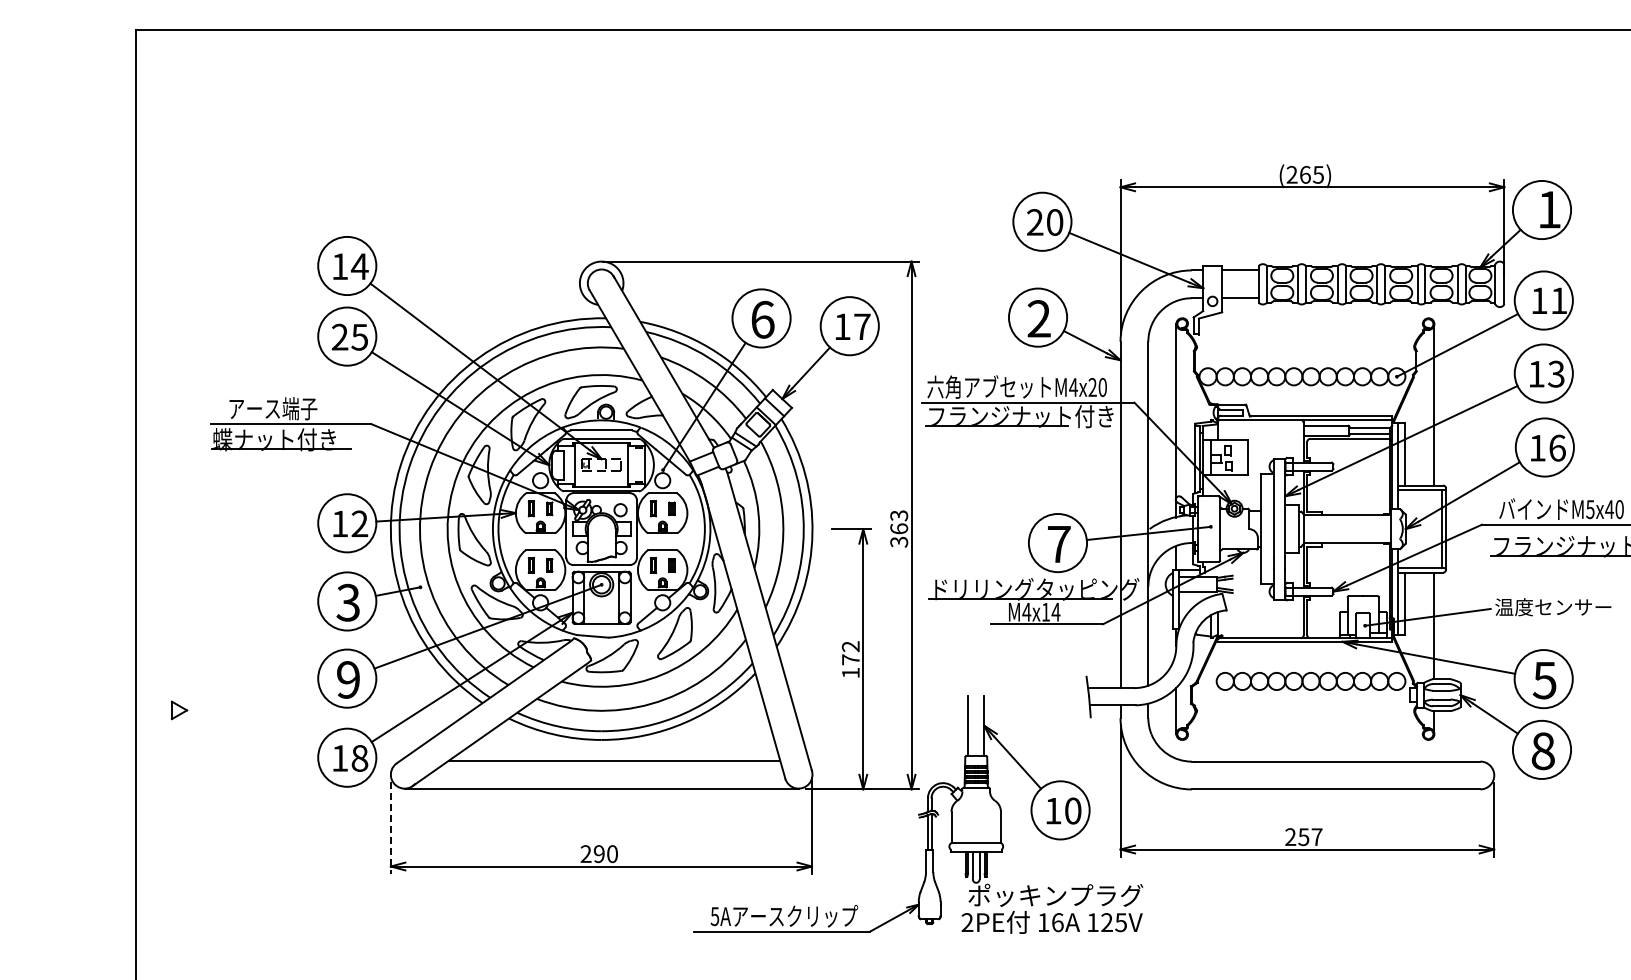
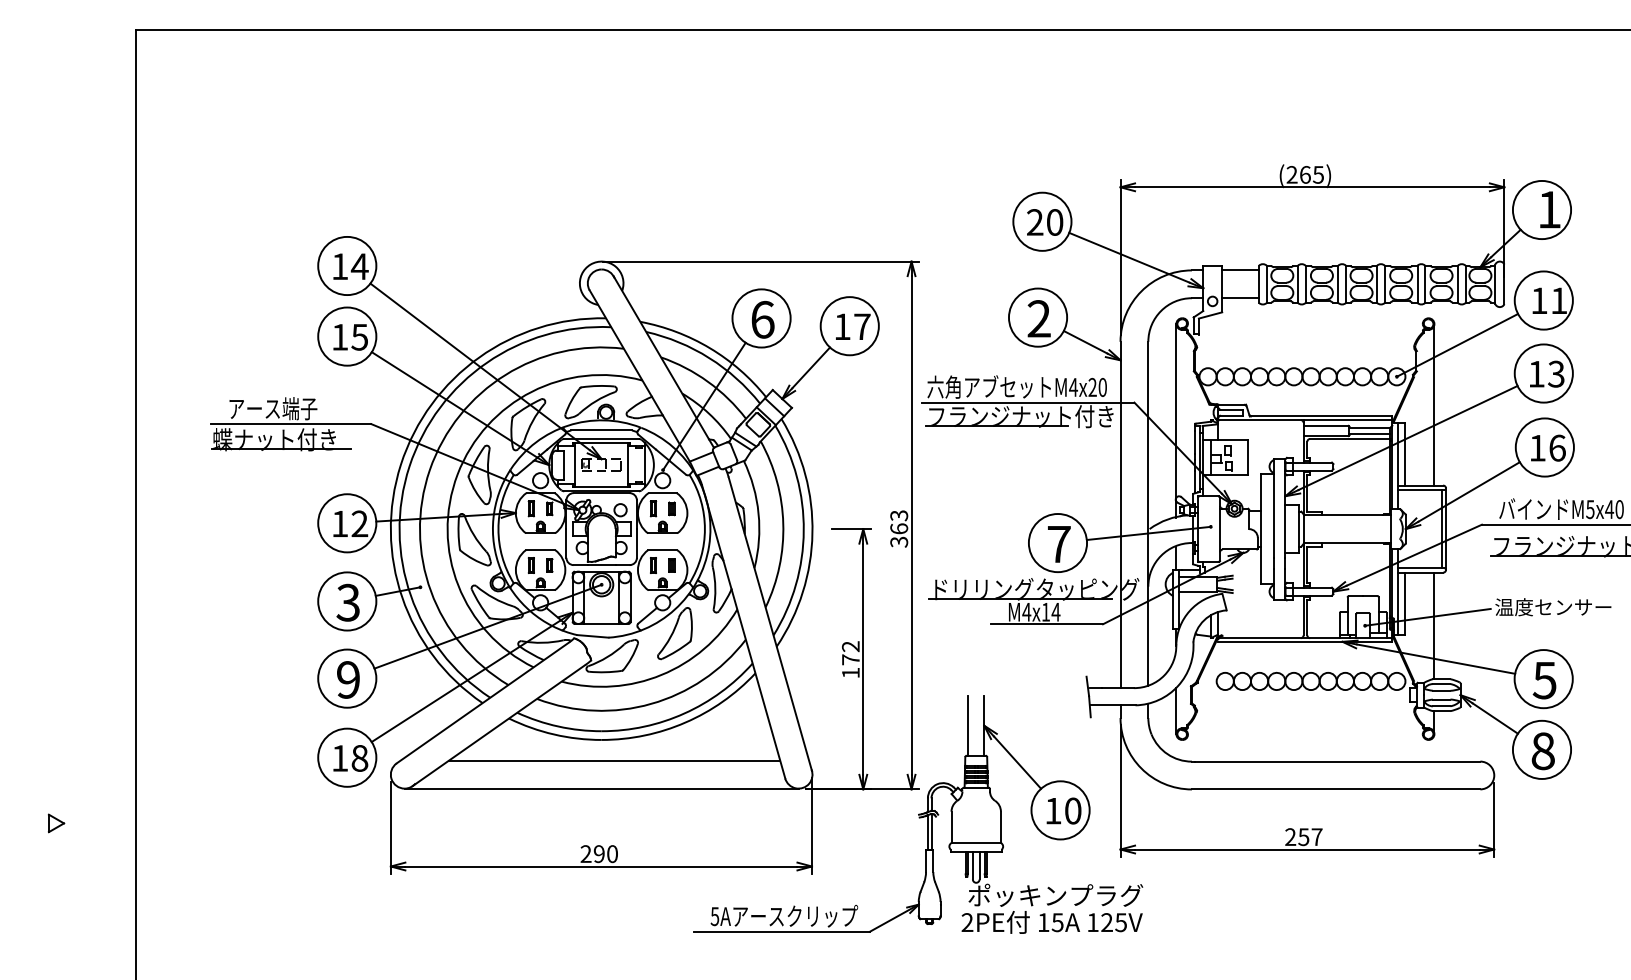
text at (339, 336): 25 -> 15
part at (179, 710) position: (179, 710) -> (56, 823)
line at (390, 827): dashed -> solid
text at (1057, 922): 16A -> 15A
